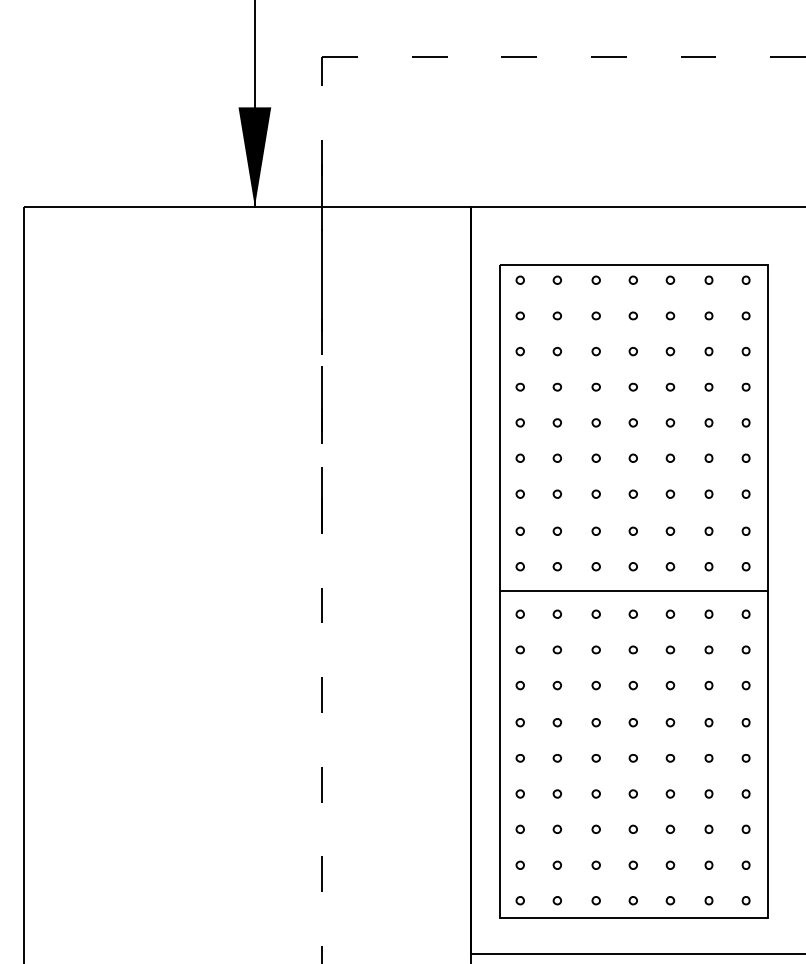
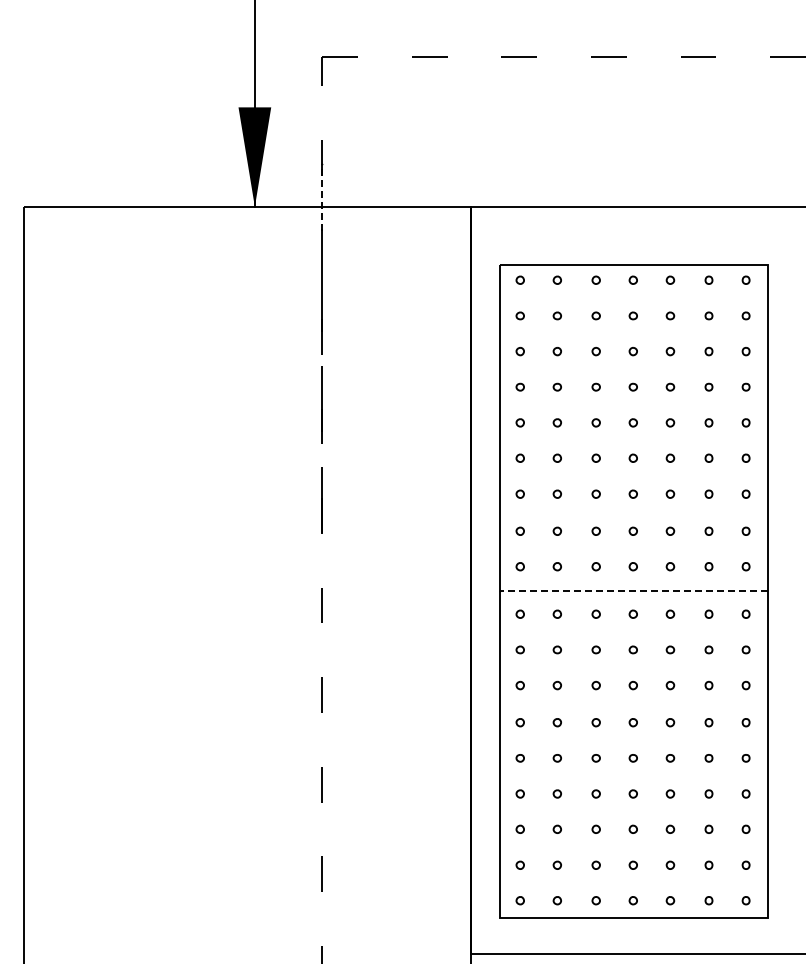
line at (322, 196): solid -> dashed
line at (632, 591): solid -> dashed
